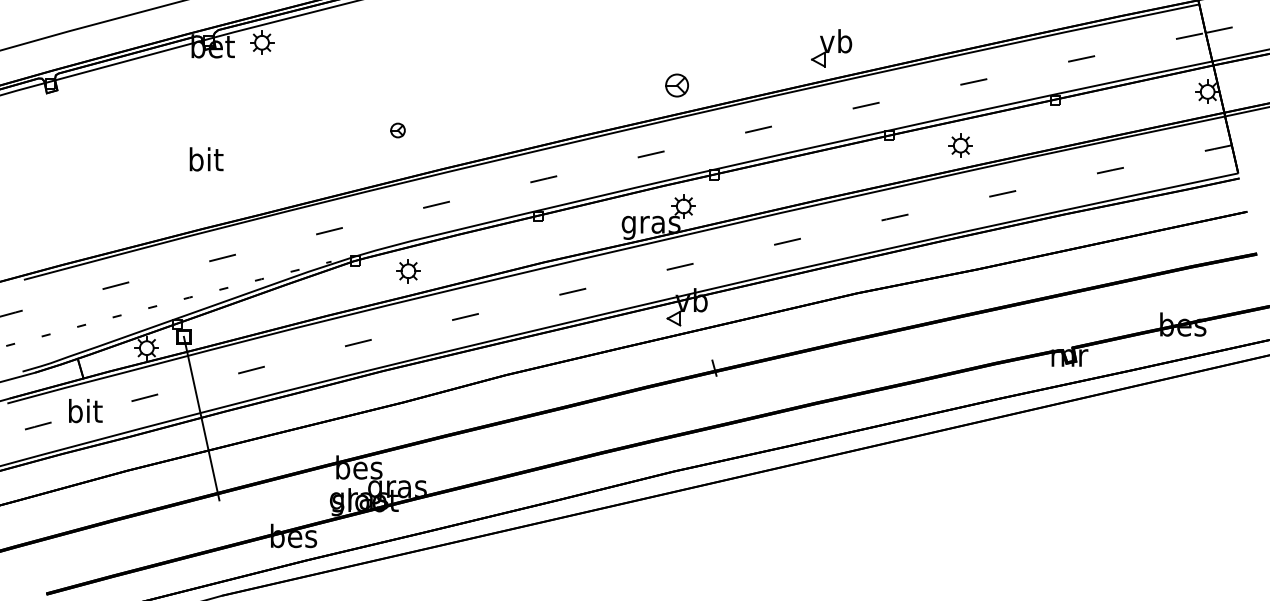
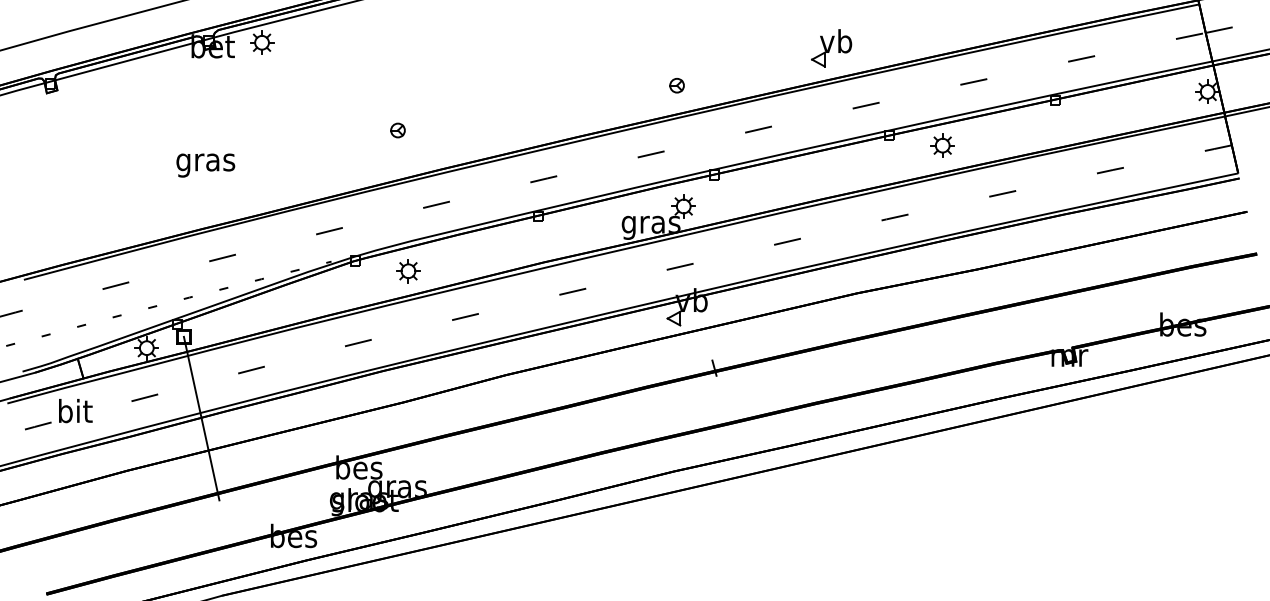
part at (676, 85) size: 24x25 px -> 16x16 px
part at (960, 145) position: (960, 145) -> (942, 145)
text at (205, 162): bit -> gras
text at (85, 411) position: (85, 411) -> (75, 411)
